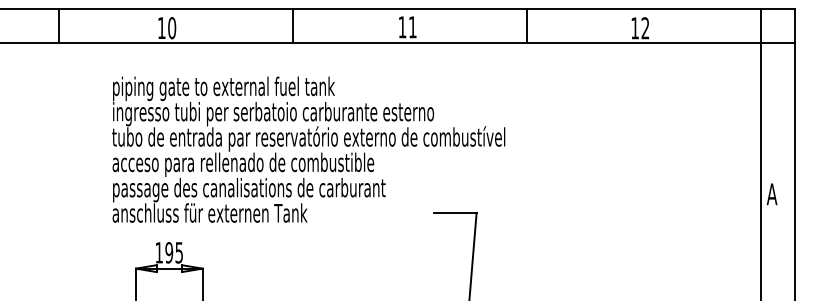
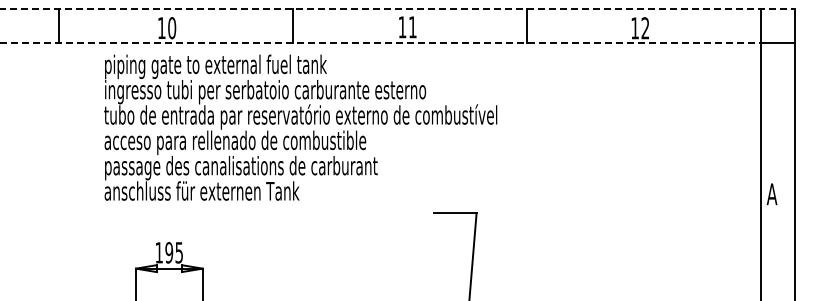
line at (398, 9): solid -> dashed
line at (381, 43): solid -> dashed
text at (308, 149) position: (308, 149) -> (300, 127)
